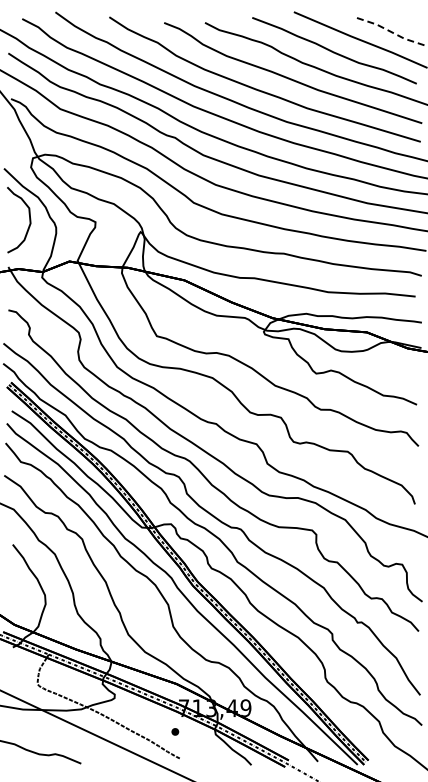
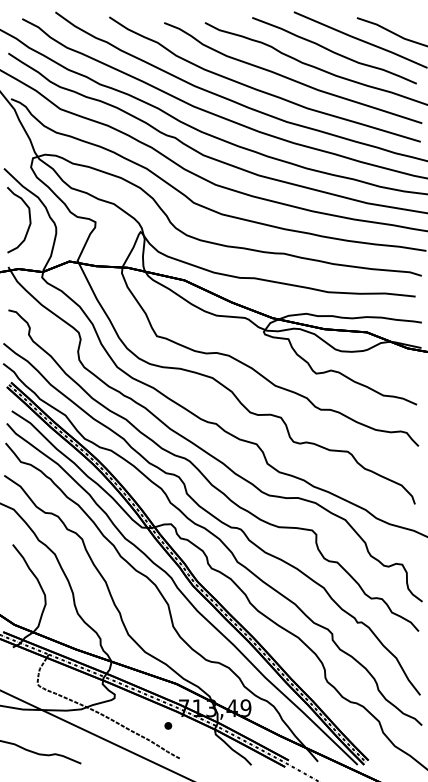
line at (392, 32): dashed -> solid
part at (175, 731) position: (175, 731) -> (168, 725)
